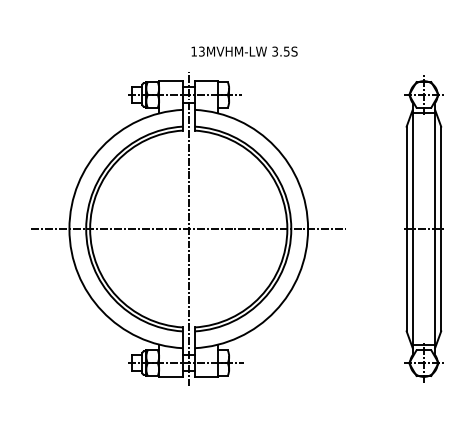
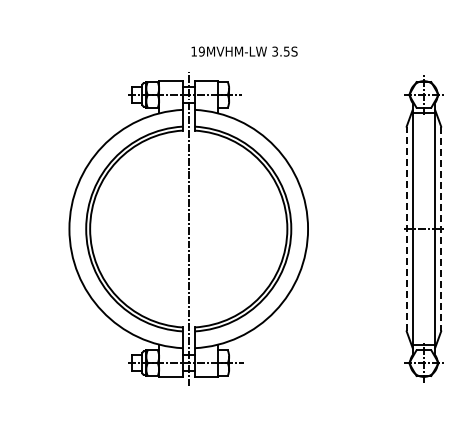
text at (201, 51): 13MVHM-LW -> 19MVHM-LW
line at (406, 228): solid -> dashed
line at (188, 229): present -> none
line at (441, 229): solid -> dashed
